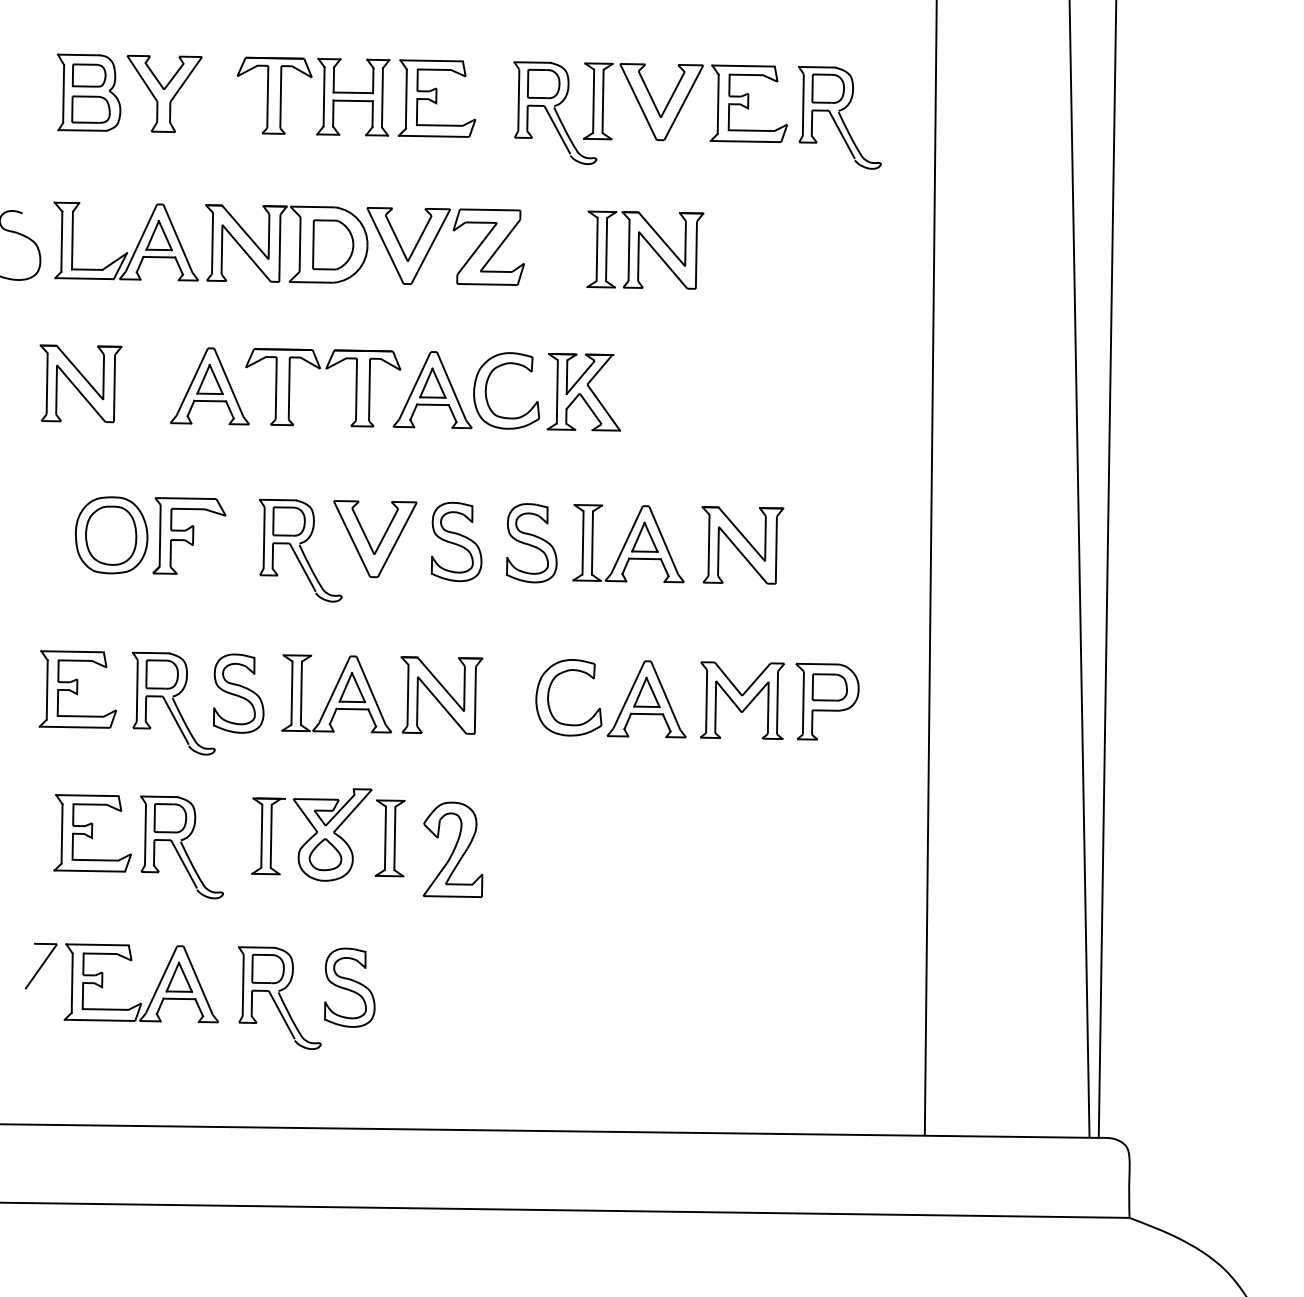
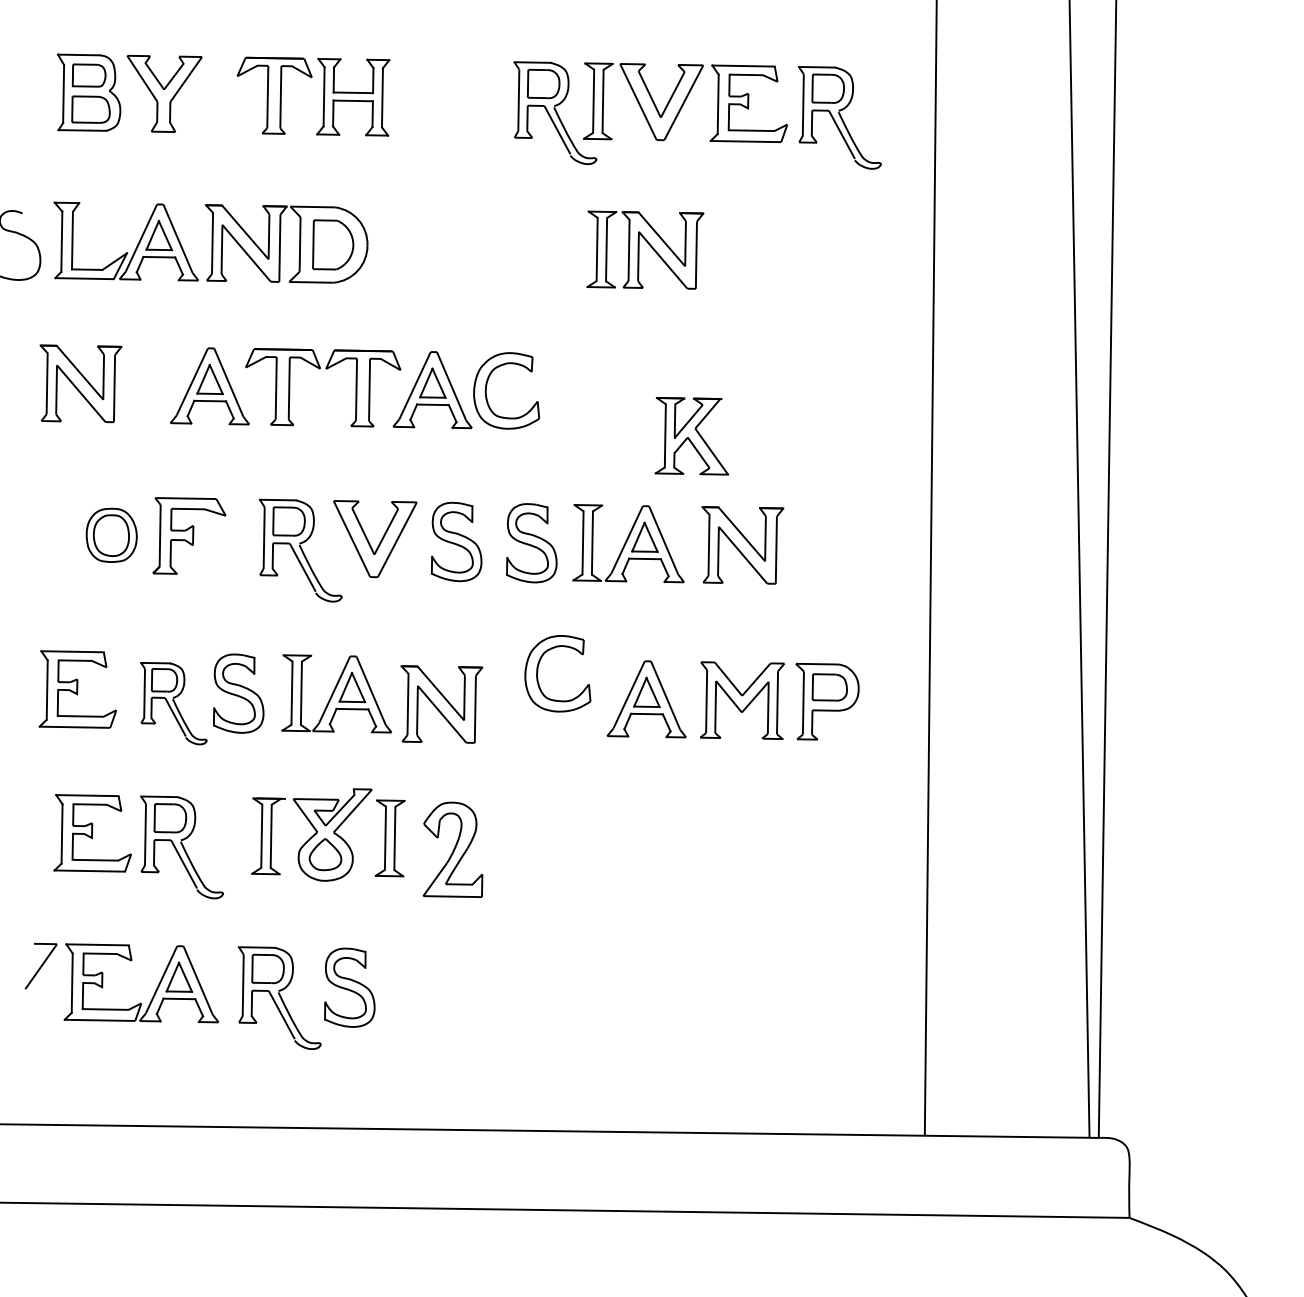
part at (436, 98): present -> none
part at (435, 240): present -> none
part at (583, 392) position: (583, 392) -> (691, 436)
part at (111, 535) size: 74x79 px -> 53x56 px
part at (441, 695) position: (441, 695) -> (441, 704)
part at (549, 695) position: (549, 695) -> (538, 671)
part at (173, 703) size: 84x105 px -> 68x84 px
